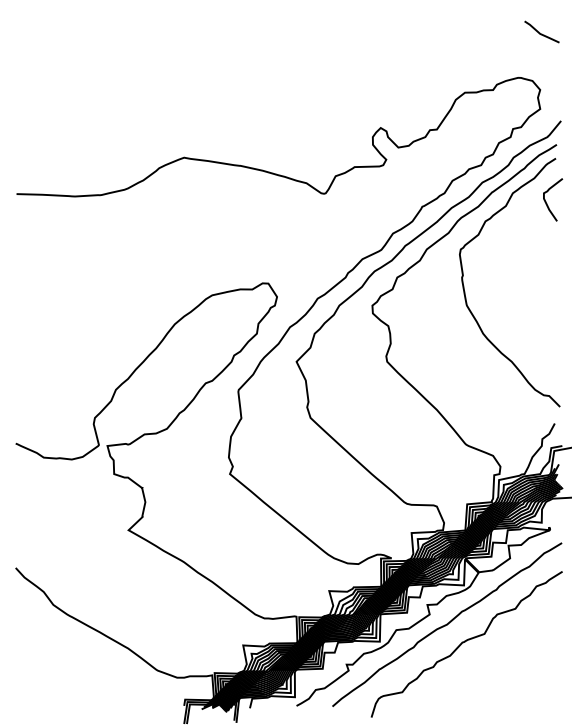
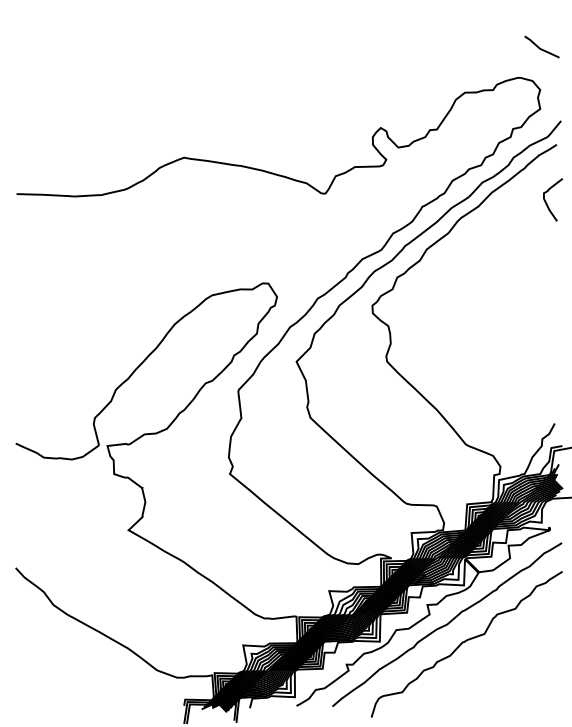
line at (540, 32) position: (540, 32) -> (540, 47)
curve at (465, 291): present -> none
